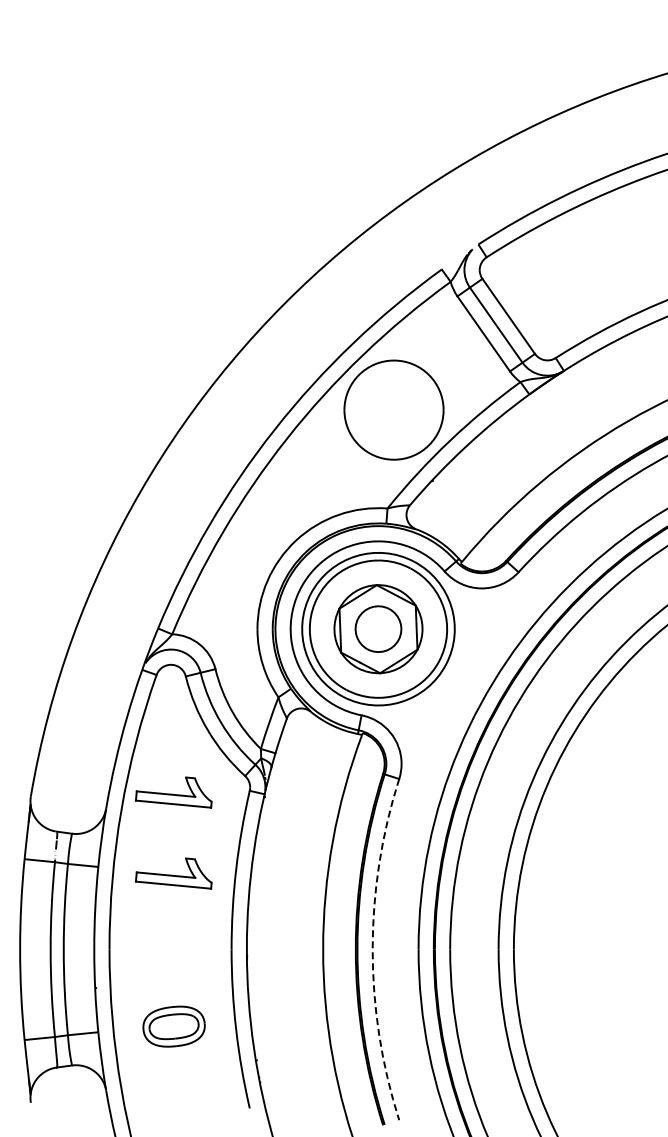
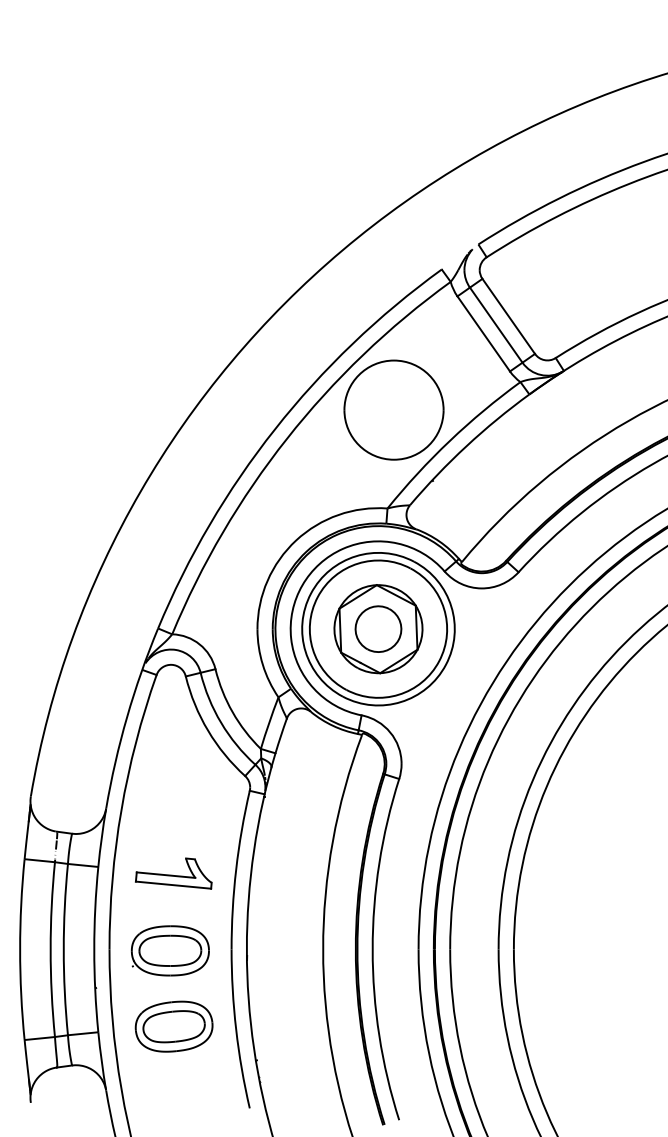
part at (173, 792): present -> none
arc at (372, 949): dashed -> solid
part at (169, 950): none -> present
part at (173, 1026) size: 64x43 px -> 80x53 px
